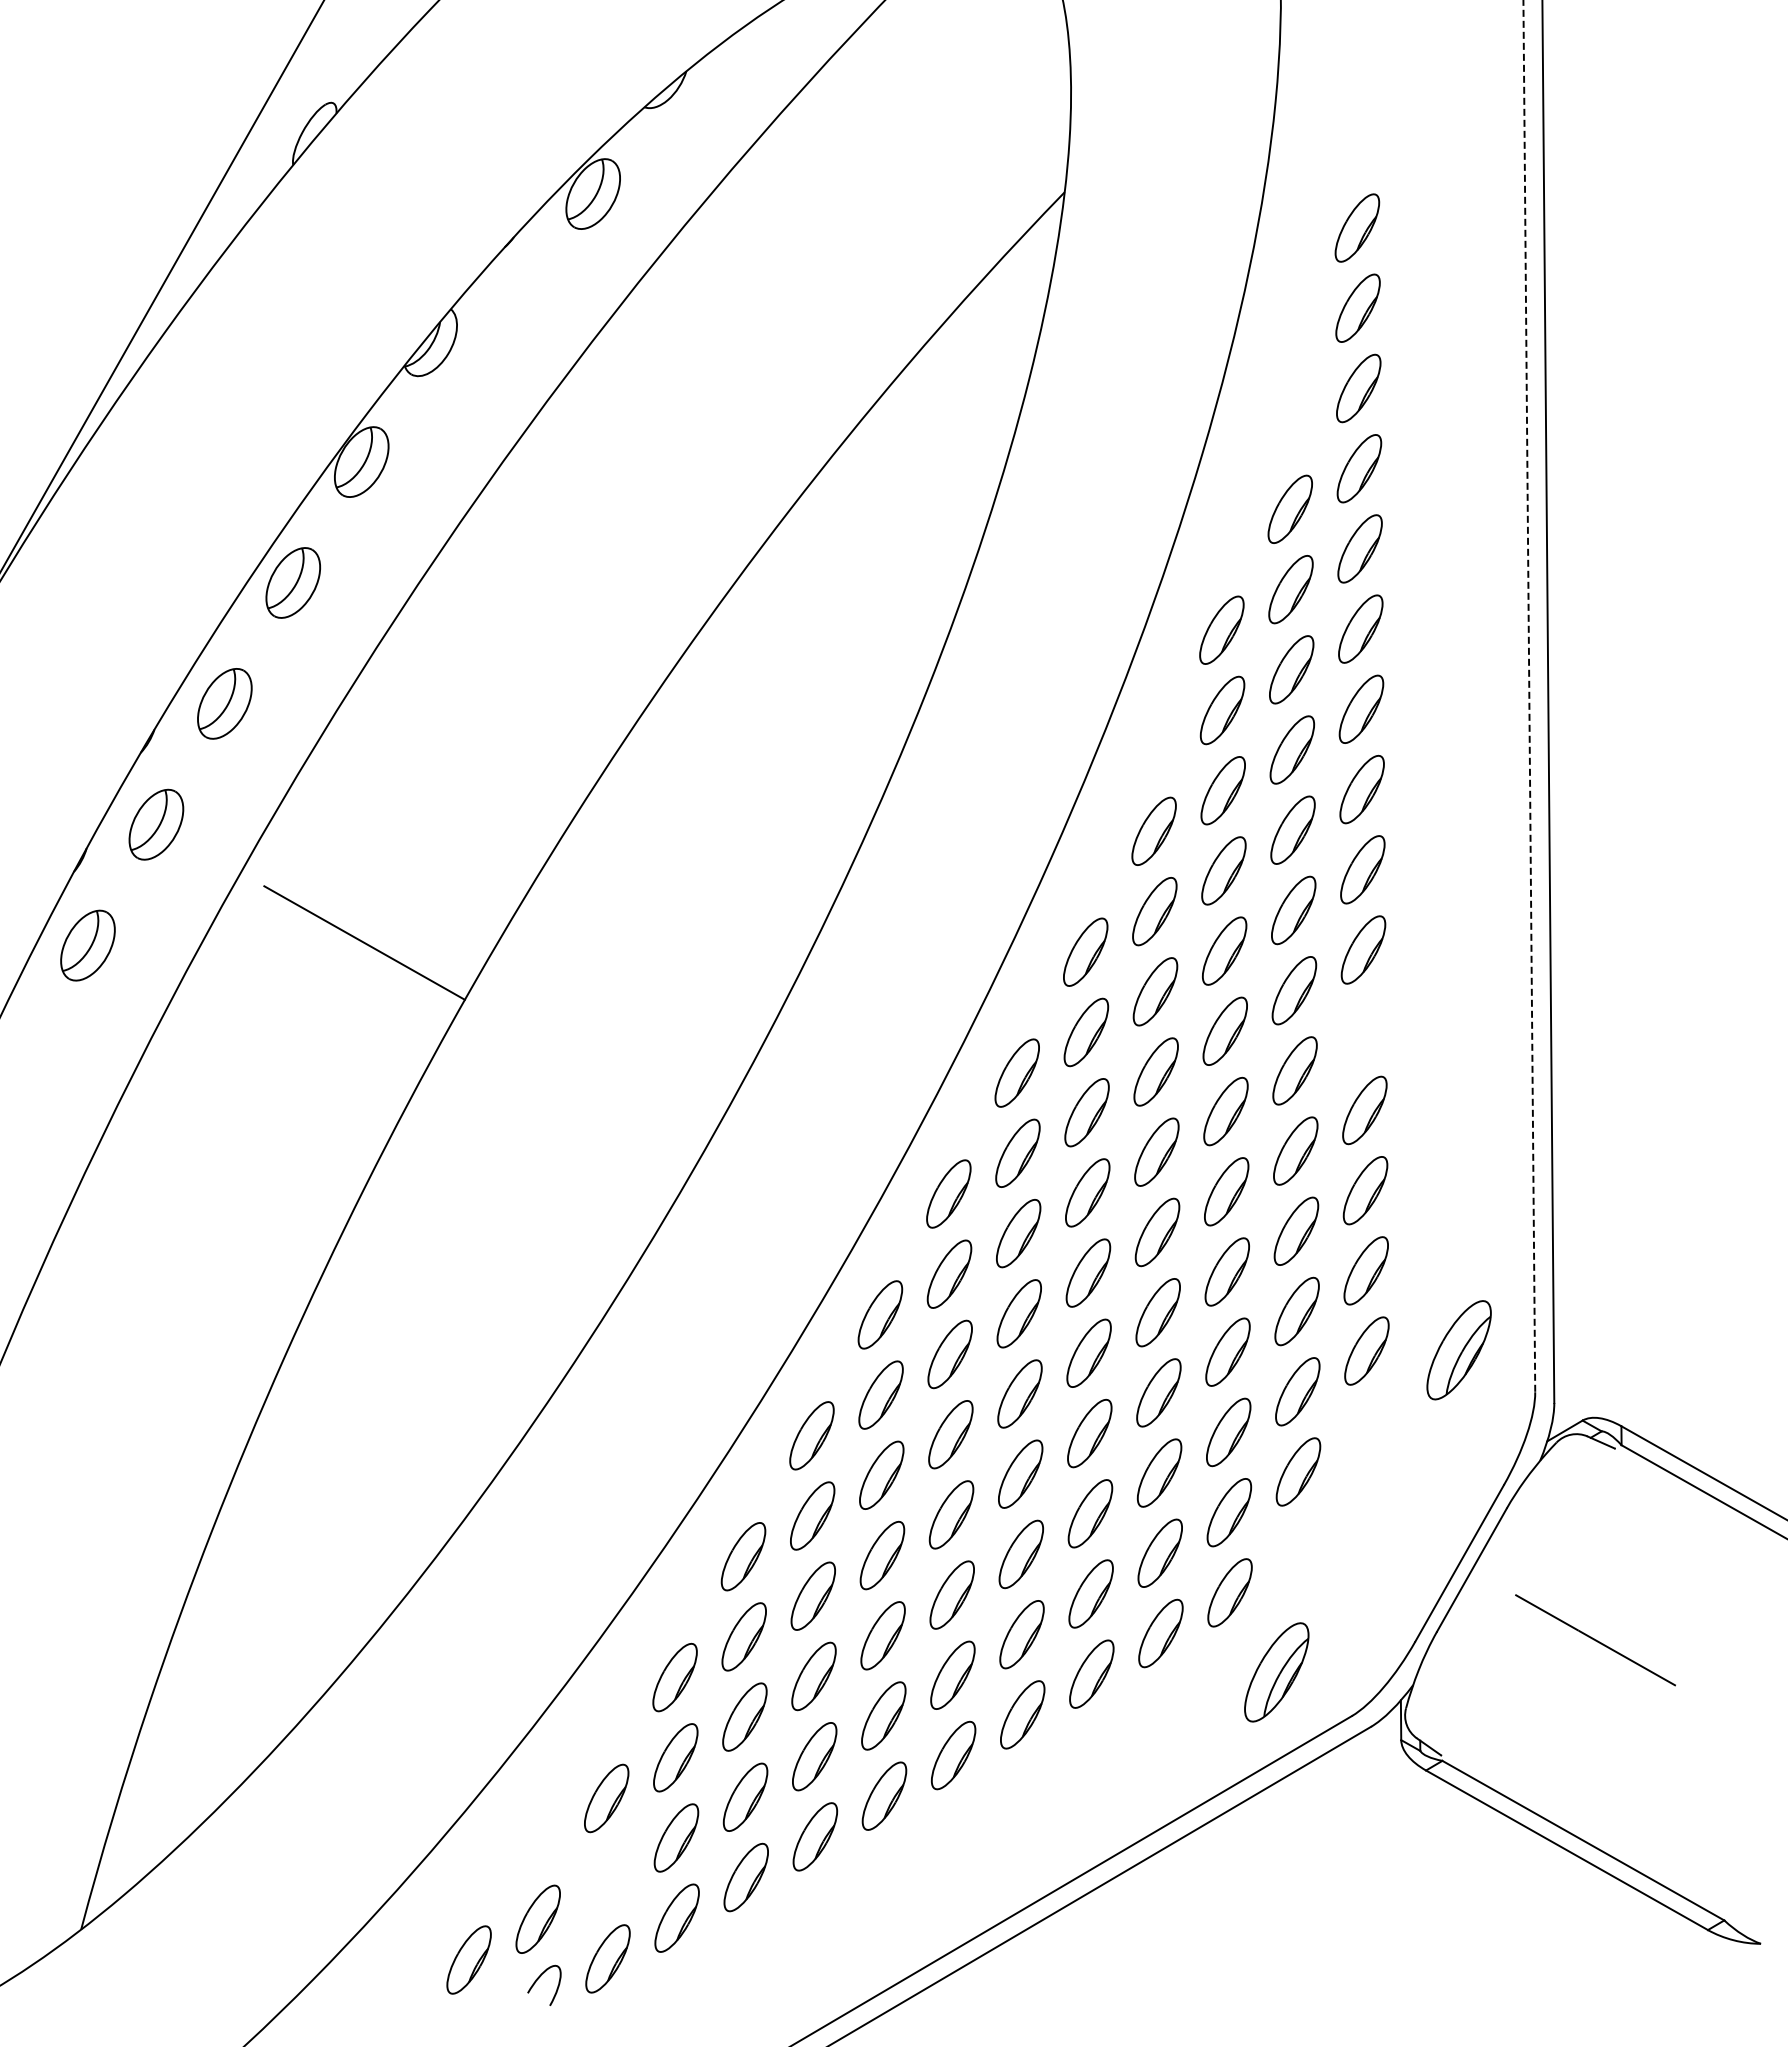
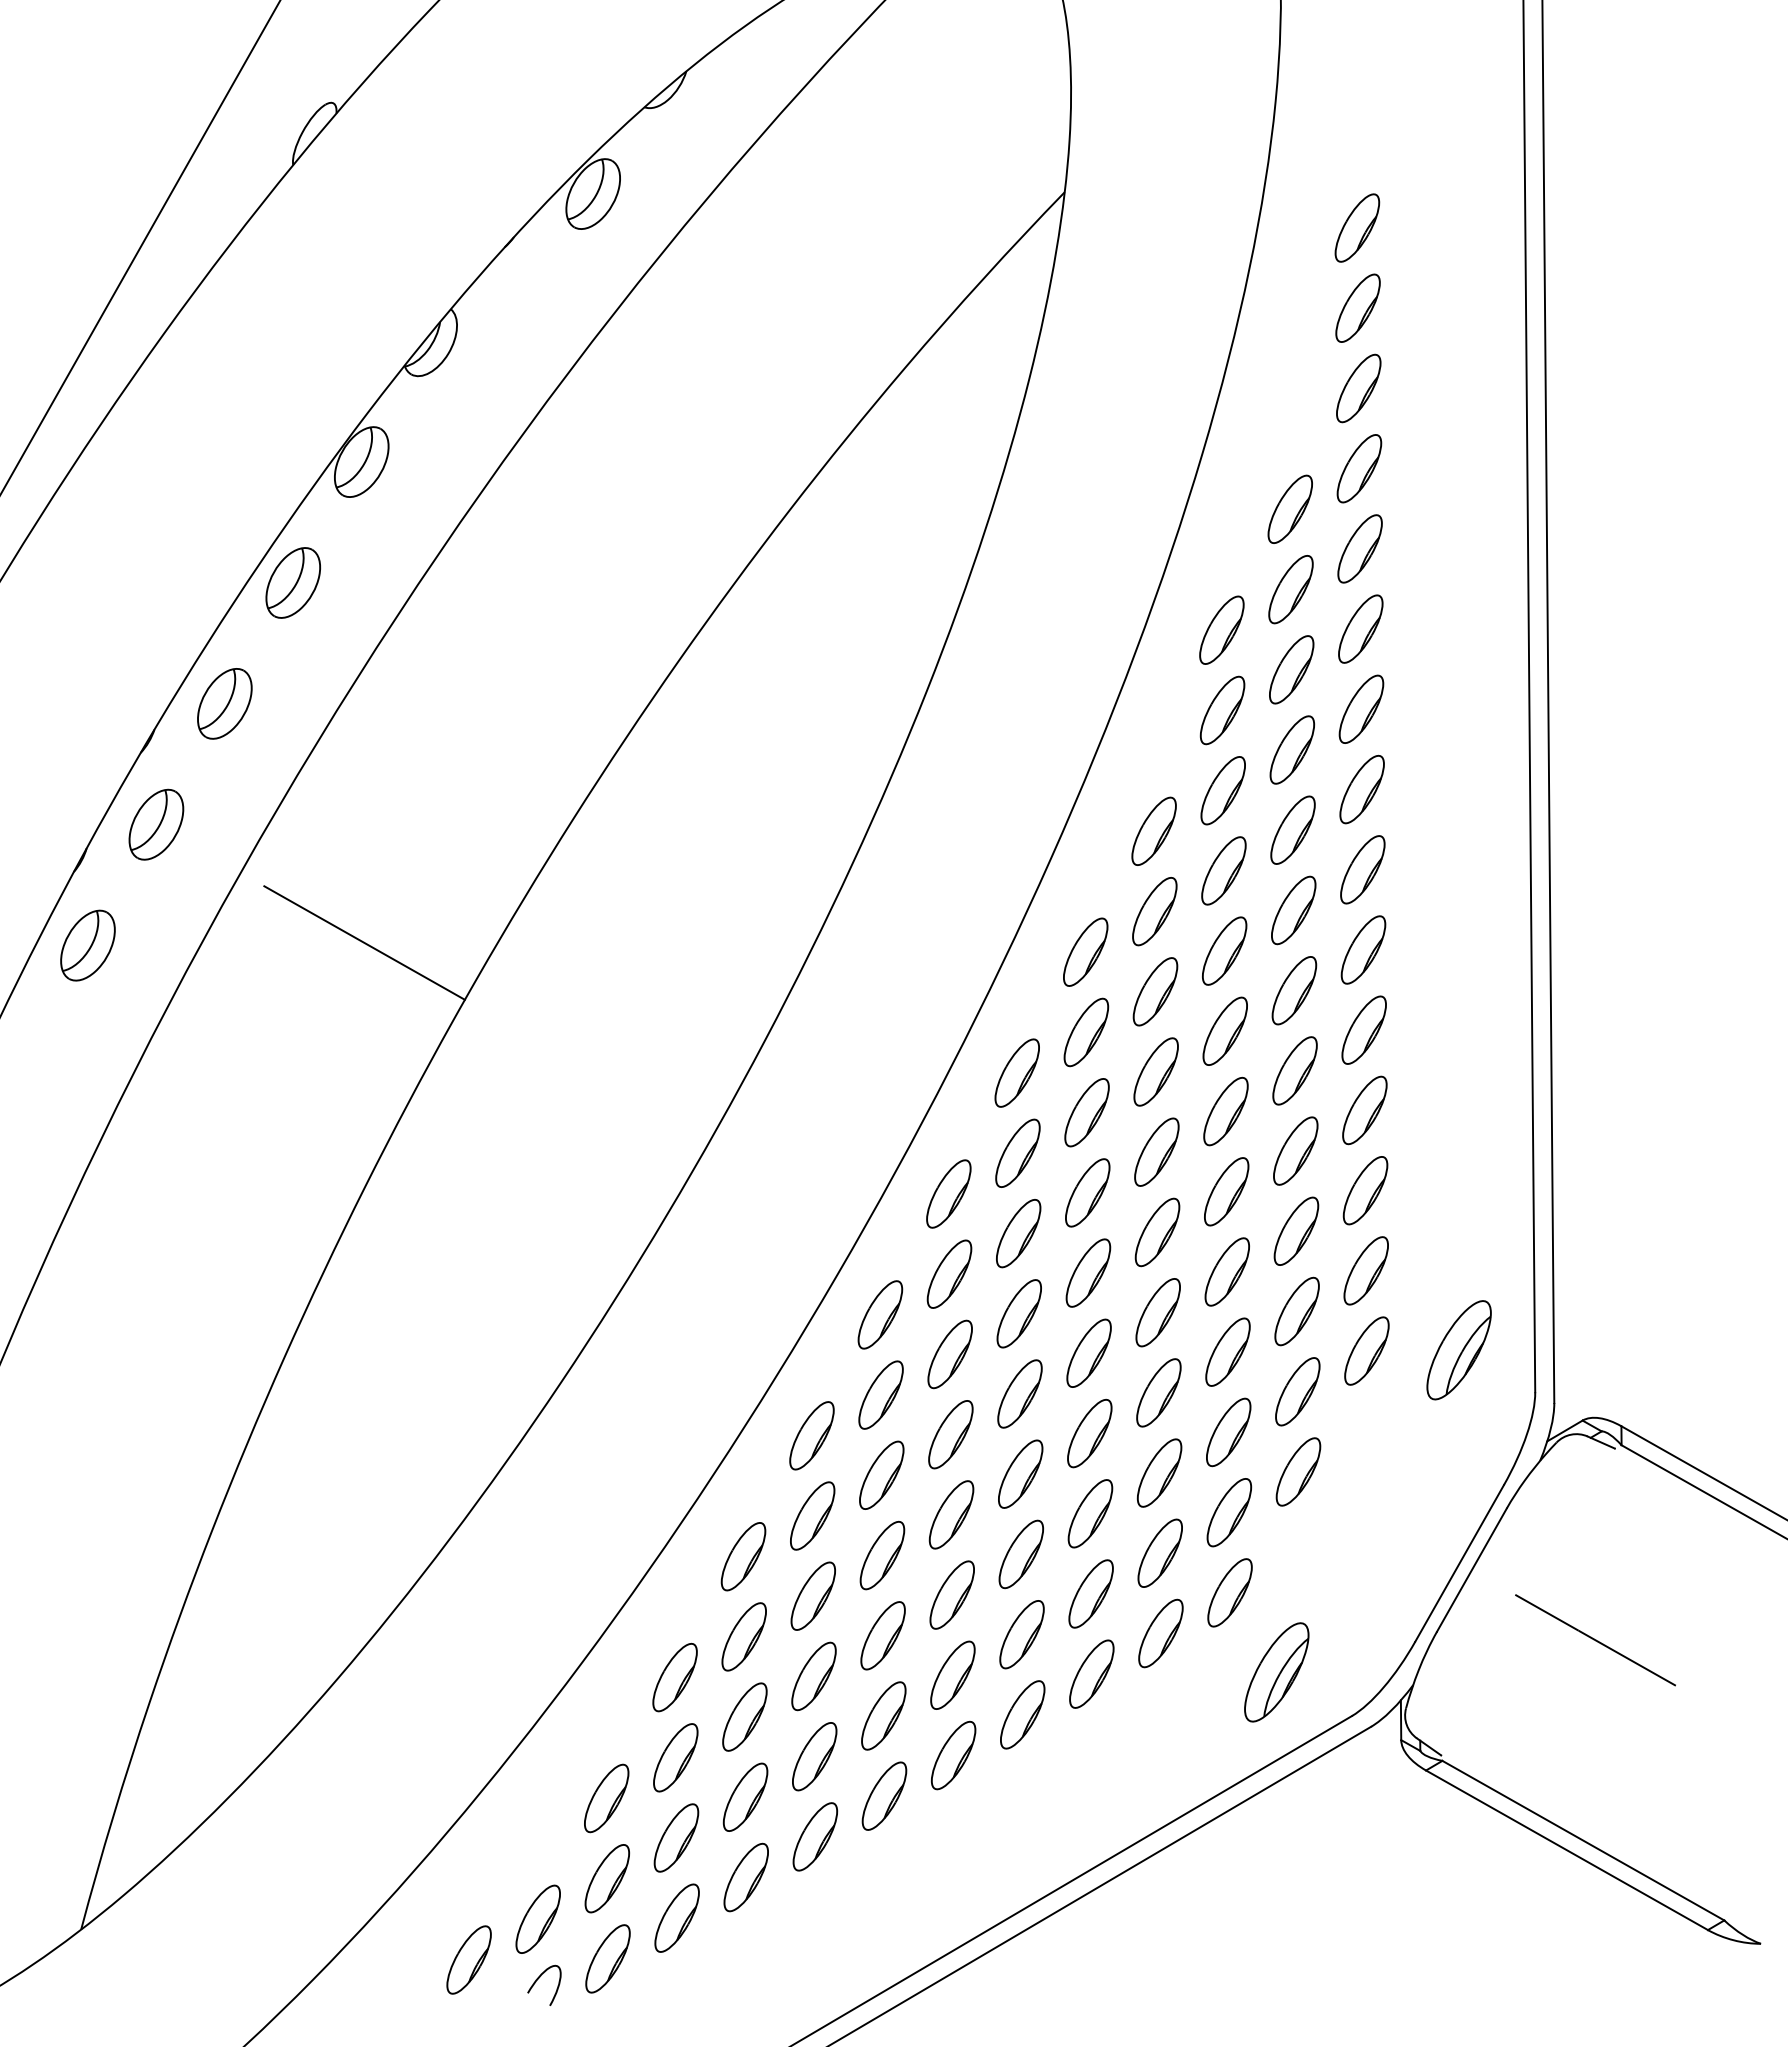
line at (162, 285) position: (162, 285) -> (140, 246)
line at (1529, 696): dashed -> solid
part at (1363, 1029): none -> present
part at (606, 1878): none -> present
